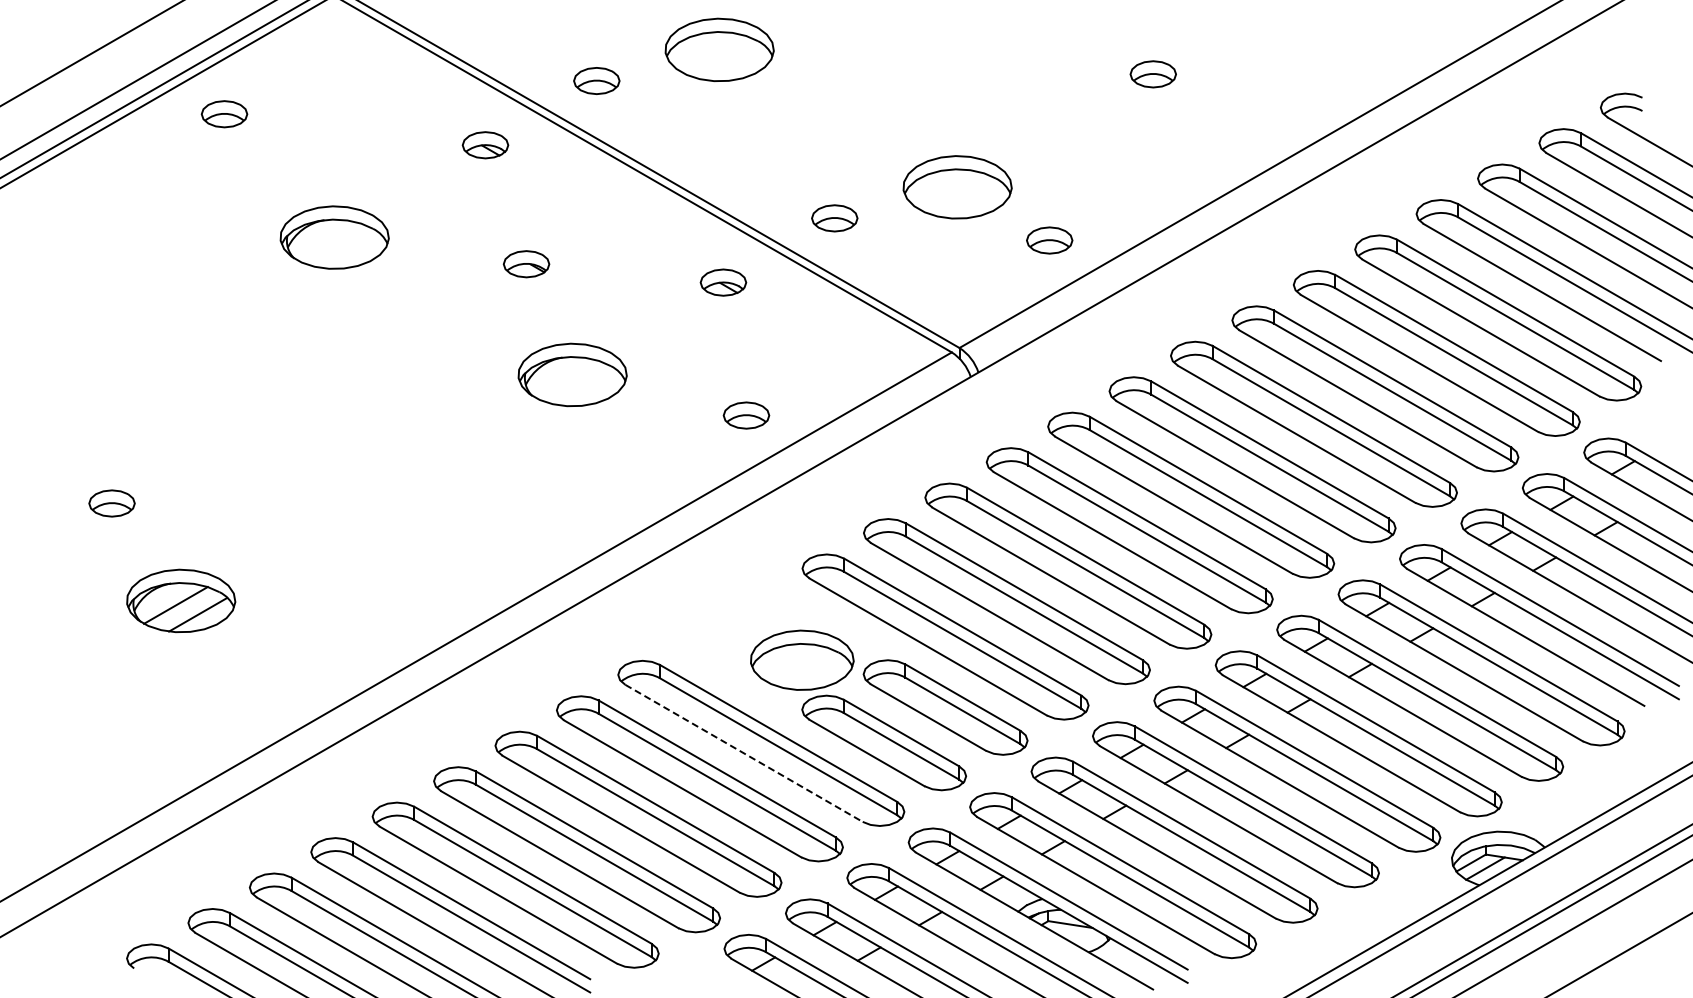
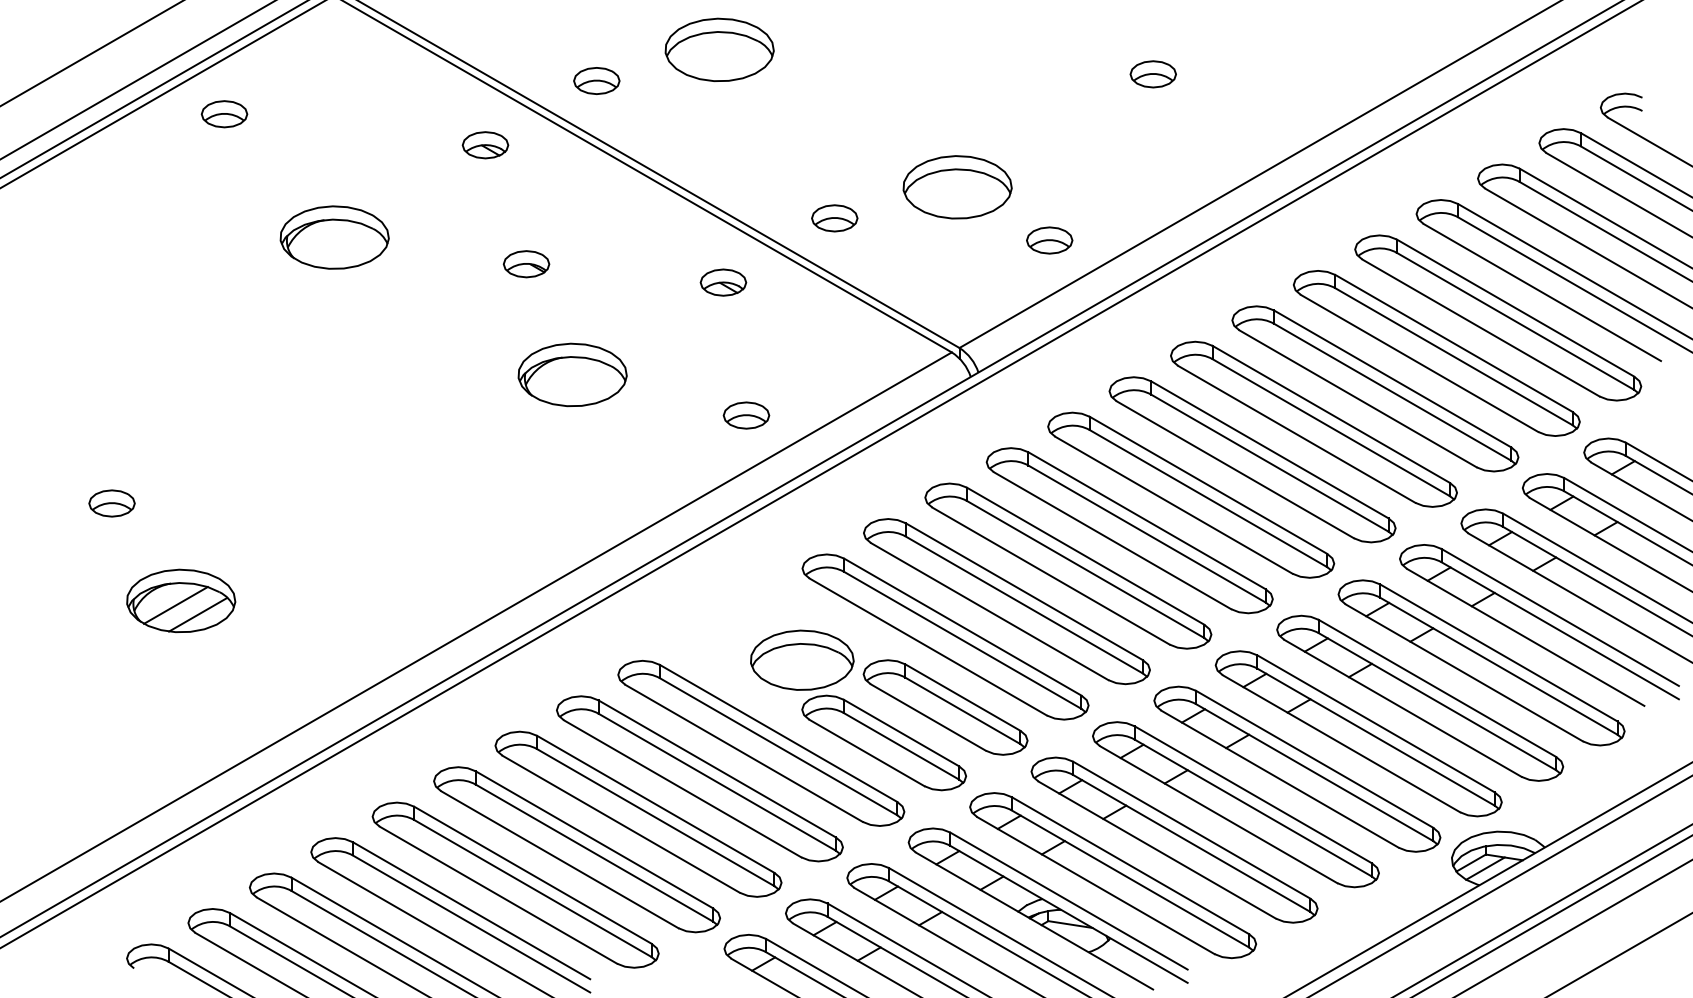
line at (820, 474): none -> present
line at (744, 753): dashed -> solid
